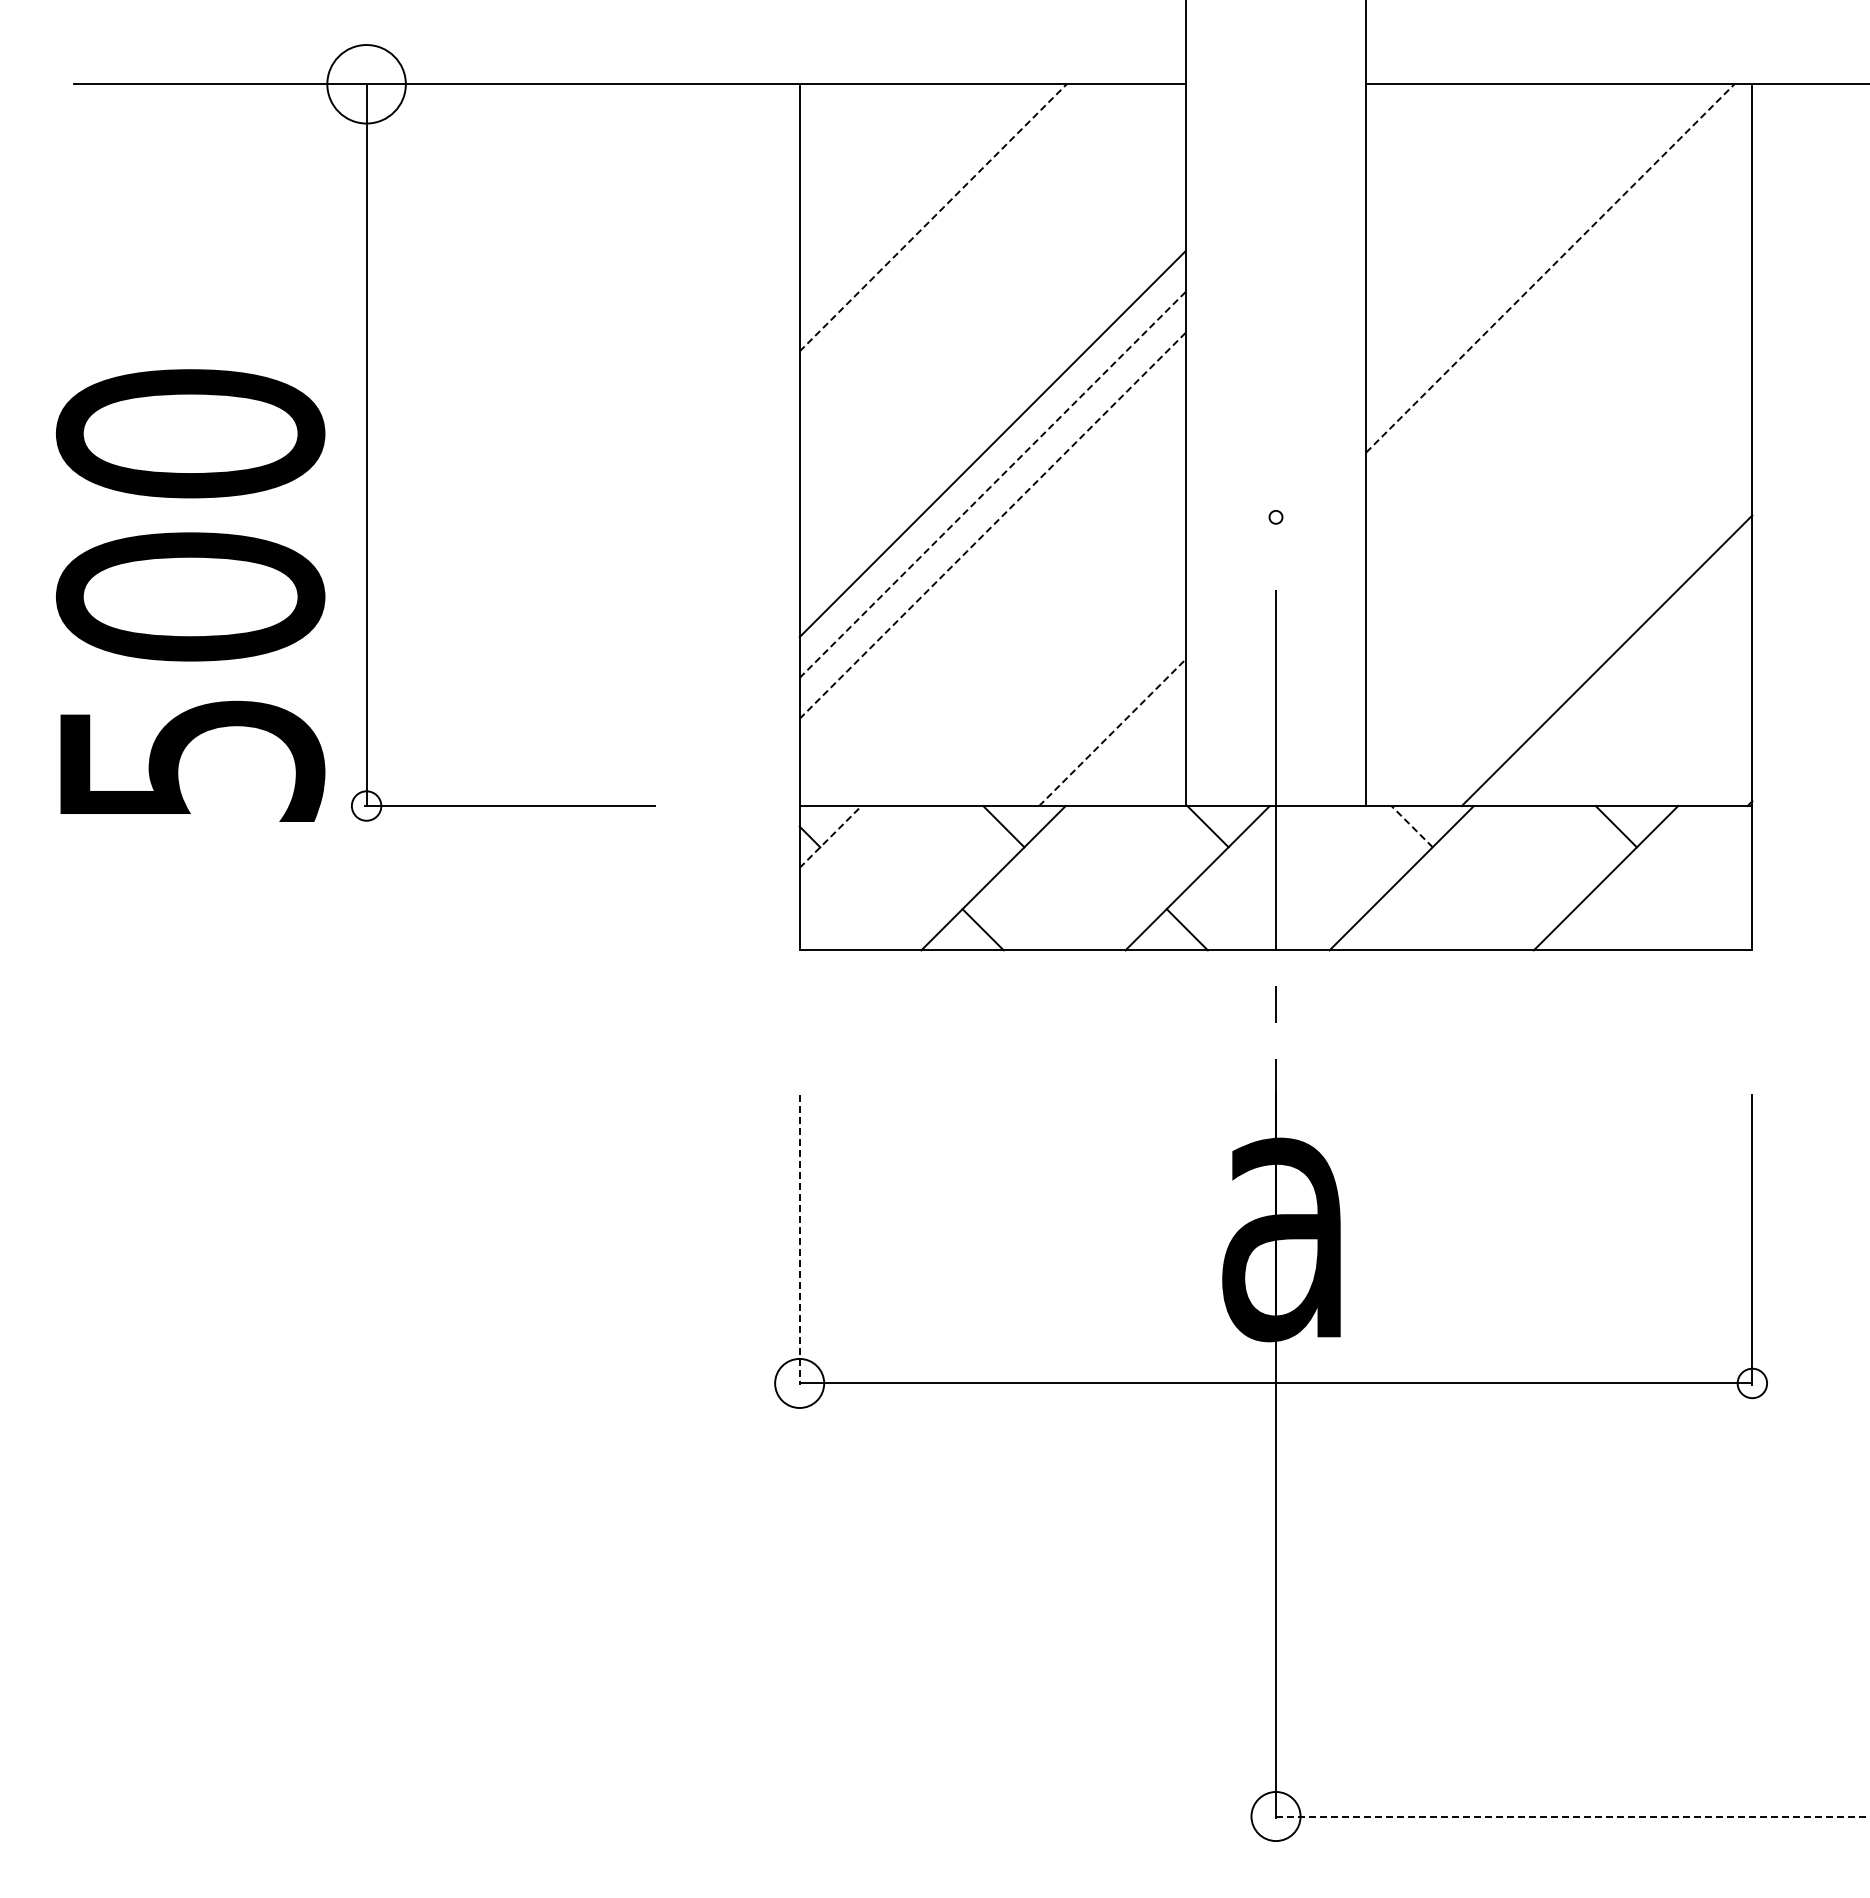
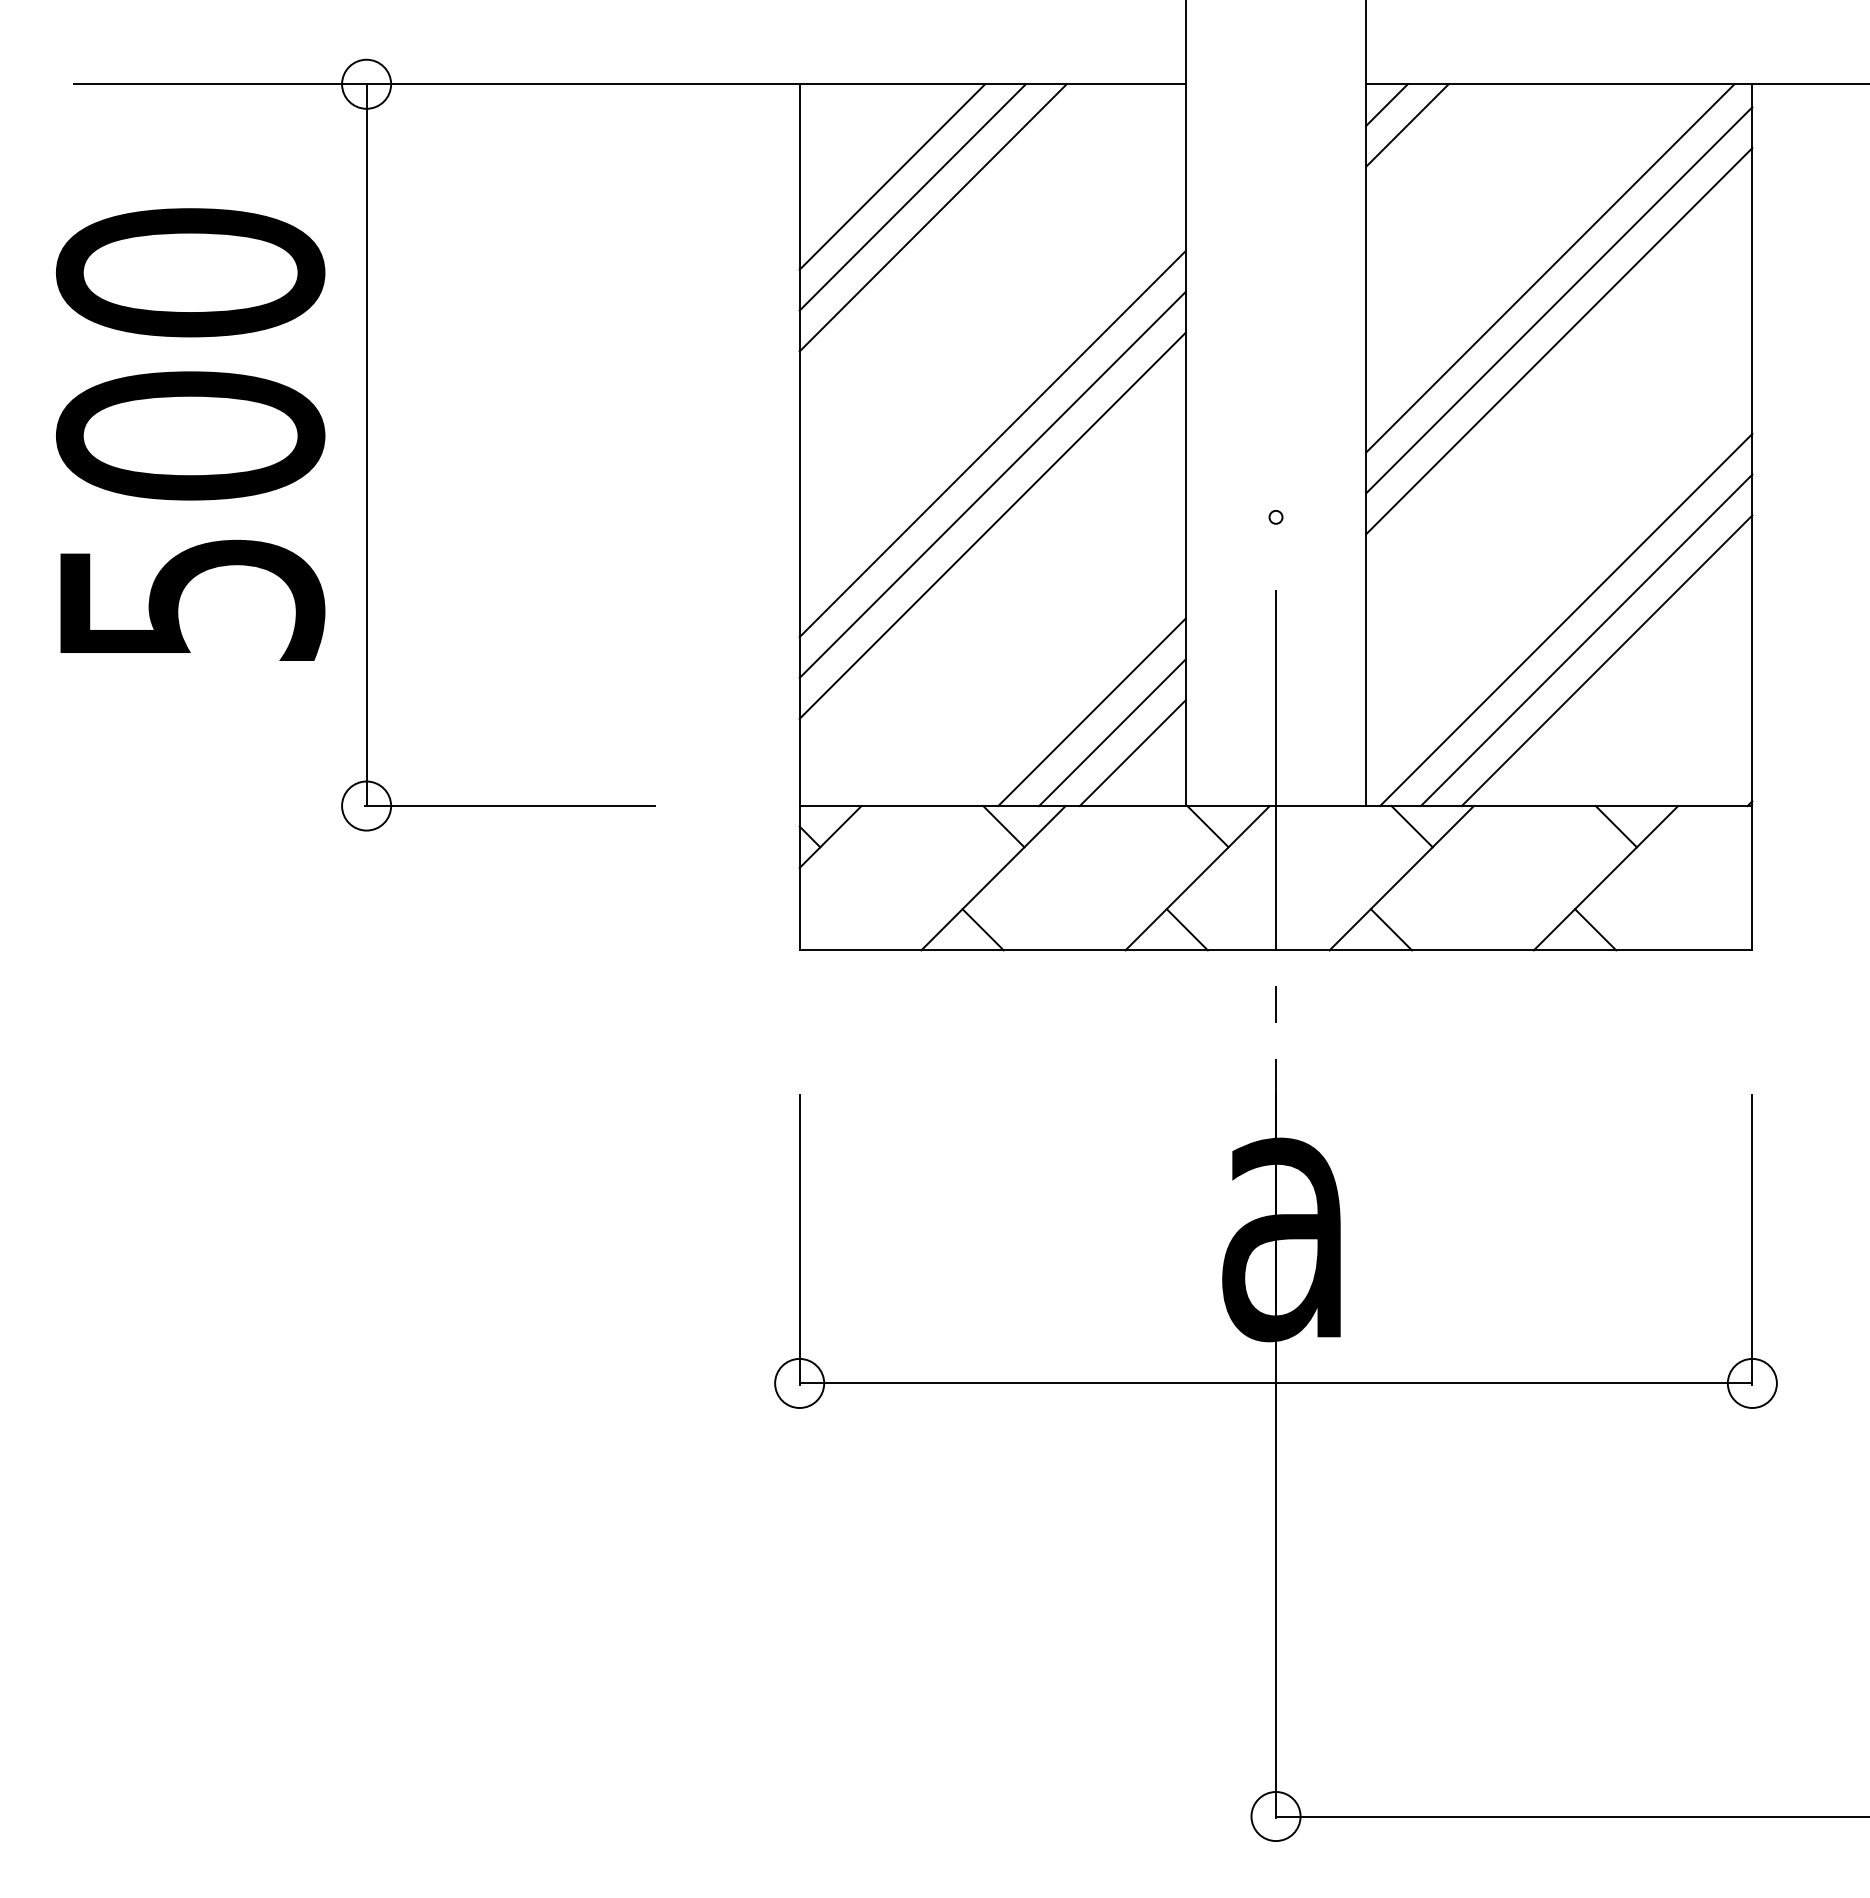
circle at (366, 84) diameter: 79 px -> 49 px
line at (1386, 104): none -> present
line at (1407, 125): none -> present
line at (892, 176): none -> present
line at (912, 197): none -> present
line at (933, 217): dashed -> solid
line at (1550, 268): dashed -> solid
line at (1559, 300): none -> present
line at (1559, 341): none -> present
line at (993, 484): dashed -> solid
line at (993, 525): dashed -> solid
text at (190, 595) position: (190, 595) -> (190, 434)
line at (1566, 619): none -> present
line at (1586, 640): none -> present
line at (1091, 712): none -> present
line at (1112, 732): dashed -> solid
line at (1132, 753): none -> present
circle at (366, 805) diameter: 29 px -> 49 px
line at (1411, 826): dashed -> solid
line at (830, 837): dashed -> solid
line at (1391, 929): none -> present
line at (1595, 929): none -> present
line at (799, 1240): dashed -> solid
circle at (1752, 1383) diameter: 29 px -> 49 px
line at (1572, 1816): dashed -> solid
